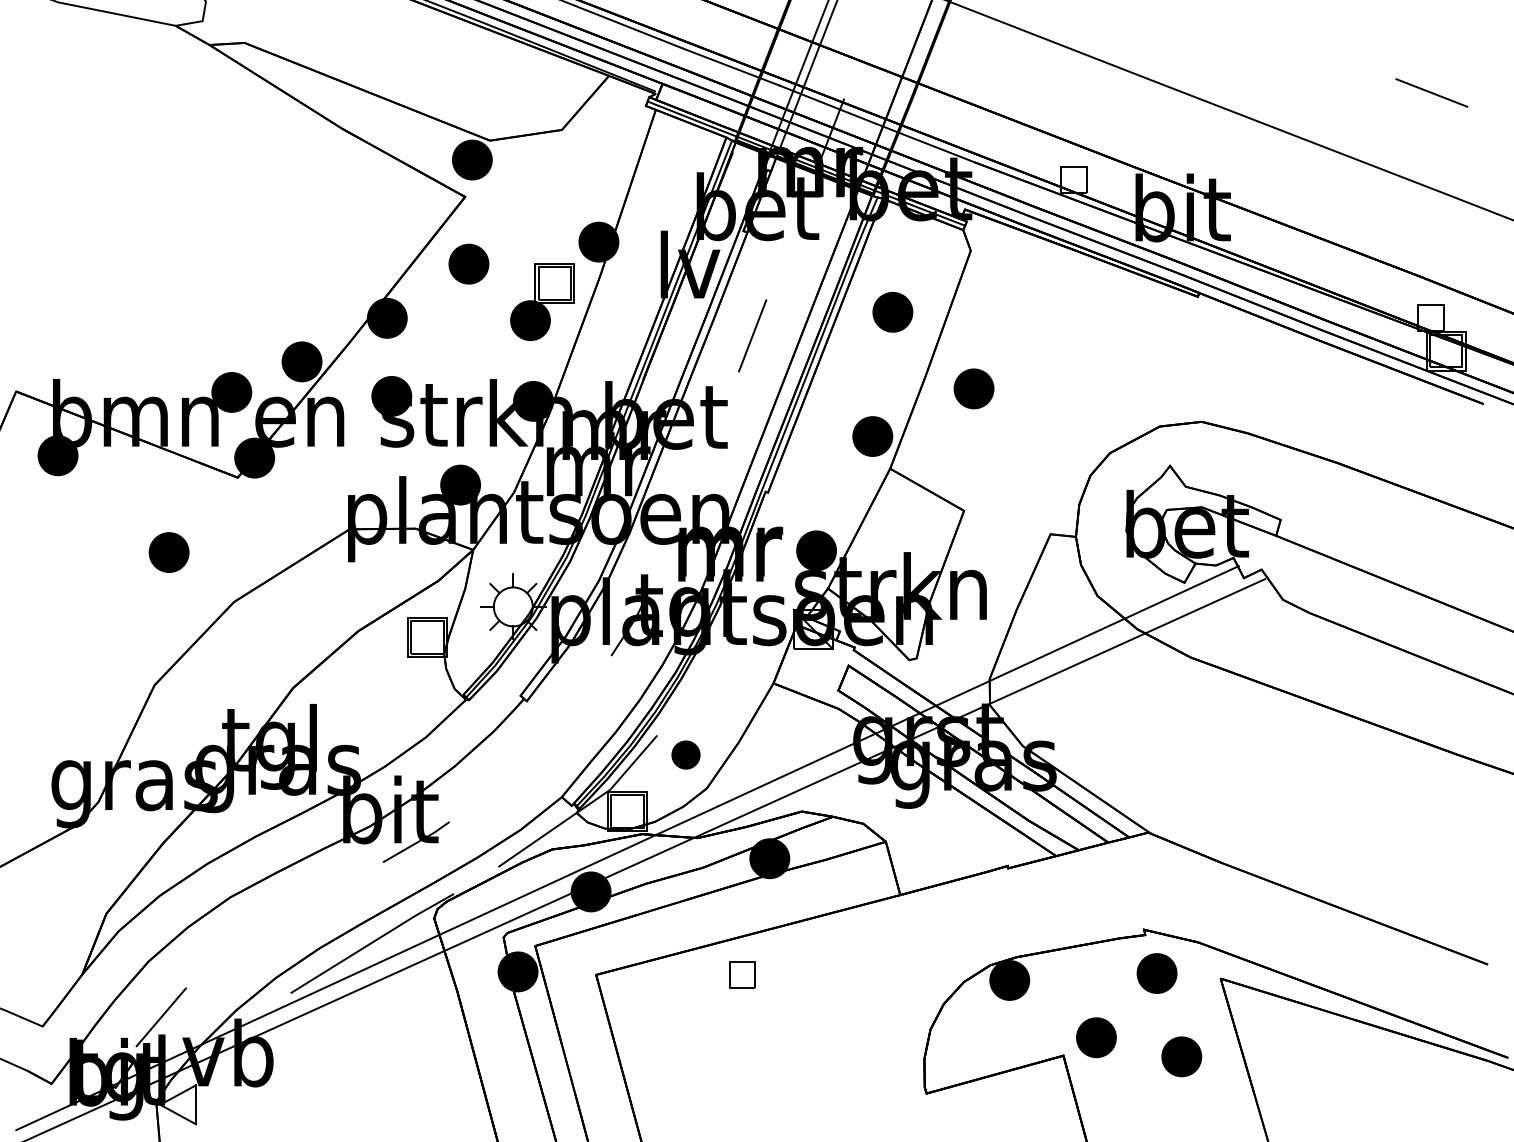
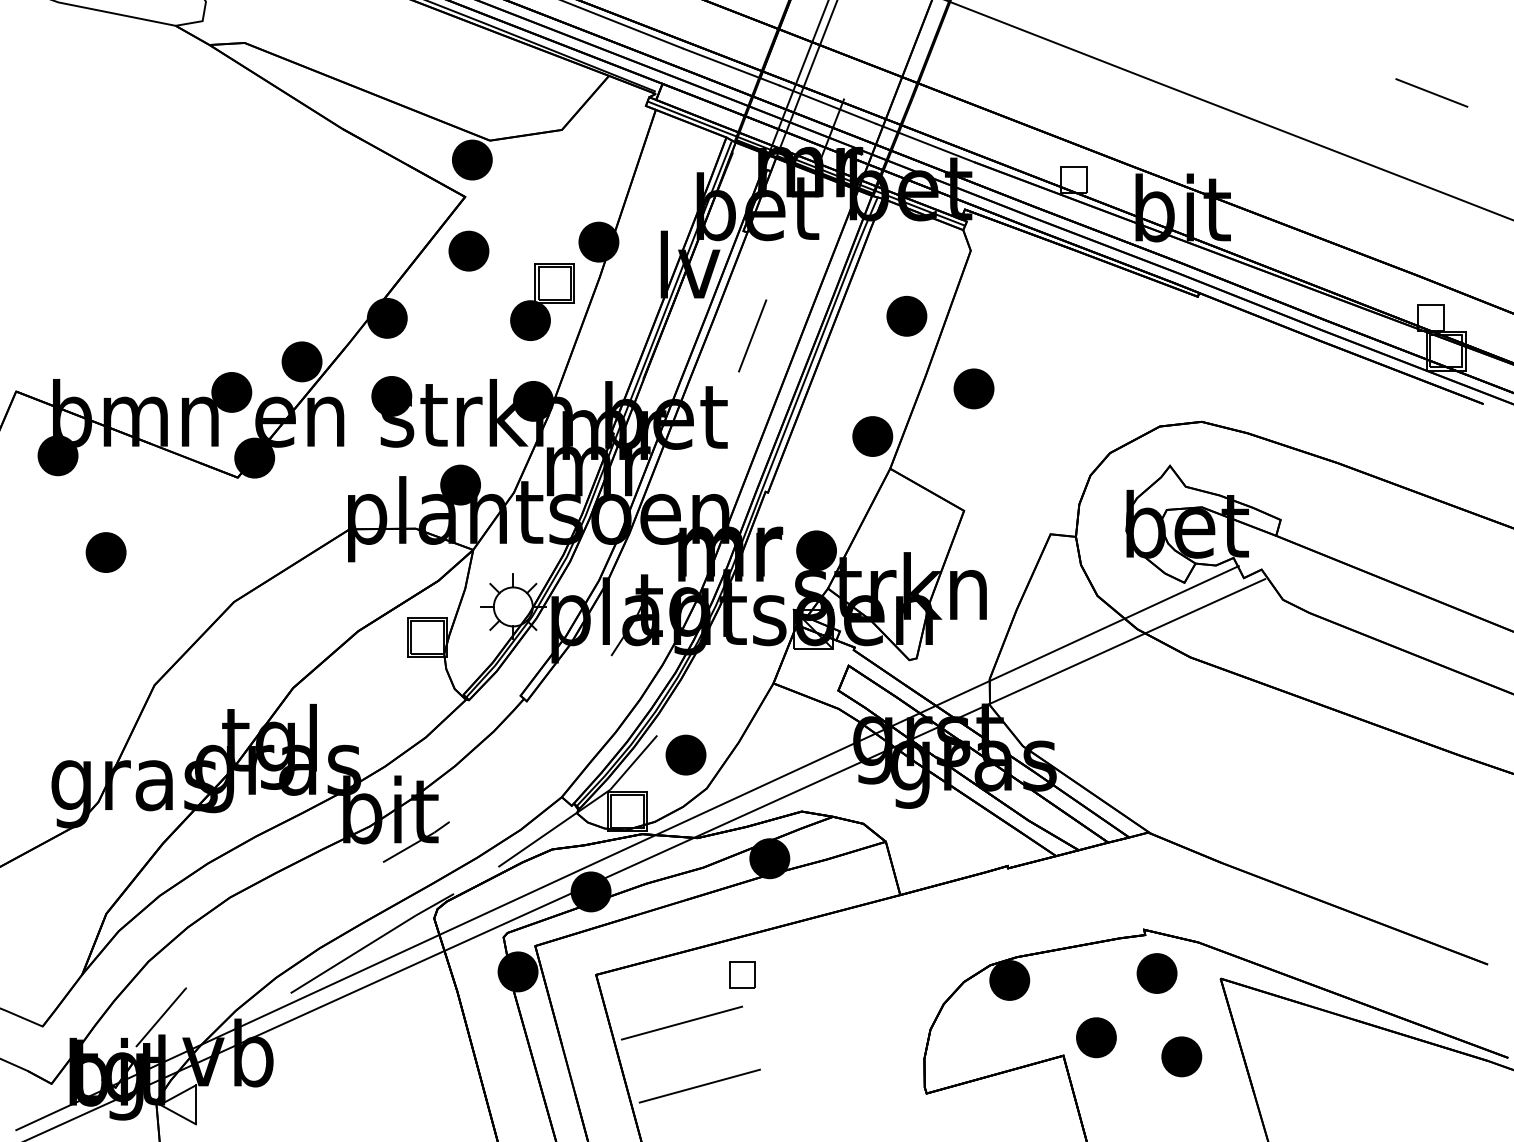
part at (468, 263) position: (468, 263) -> (468, 250)
part at (892, 312) position: (892, 312) -> (906, 316)
part at (168, 552) position: (168, 552) -> (105, 552)
part at (685, 754) size: 30x30 px -> 42x42 px
line at (681, 1022): none -> present
line at (699, 1085): none -> present
